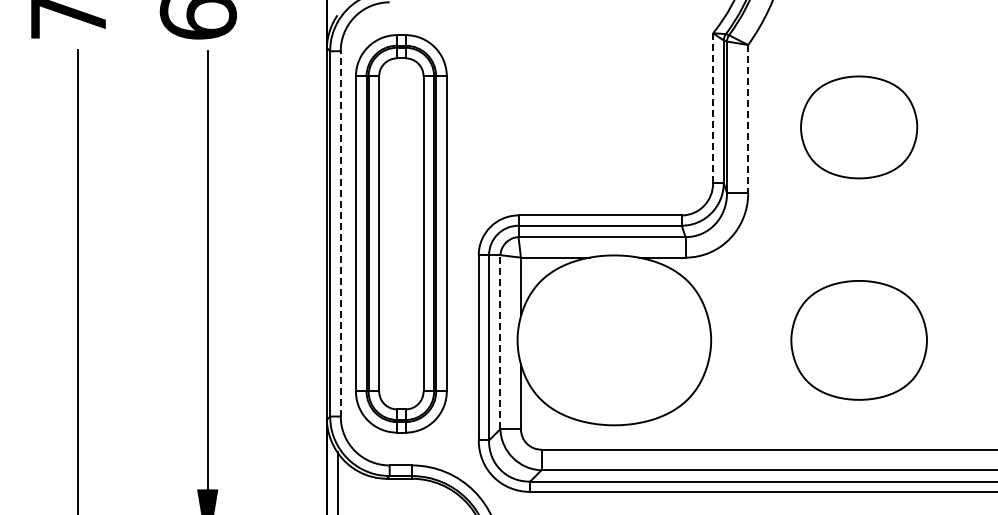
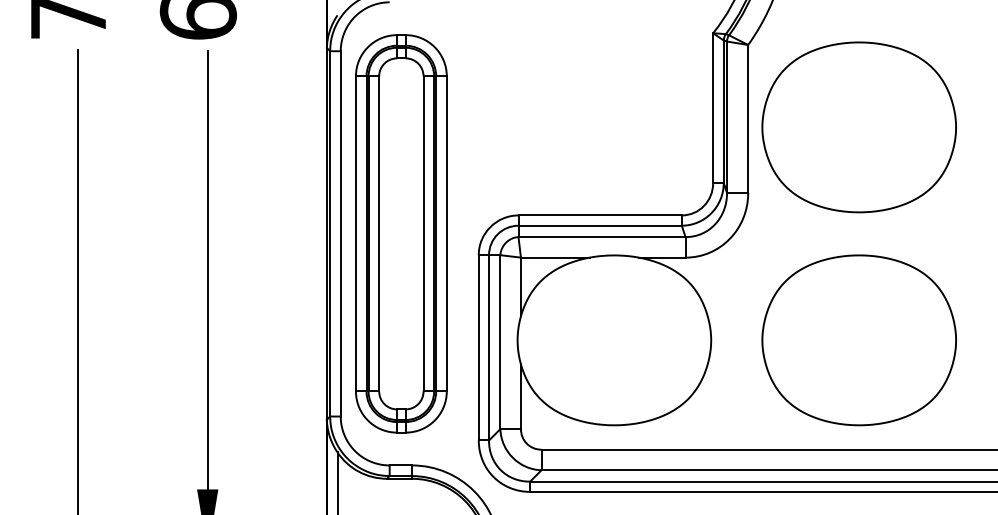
line at (713, 108): dashed -> solid
line at (748, 119): dashed -> solid
part at (859, 127) size: 119x105 px -> 196x173 px
line at (340, 233): dashed -> solid
part at (858, 340) size: 138x121 px -> 196x173 px
line at (500, 342): dashed -> solid
